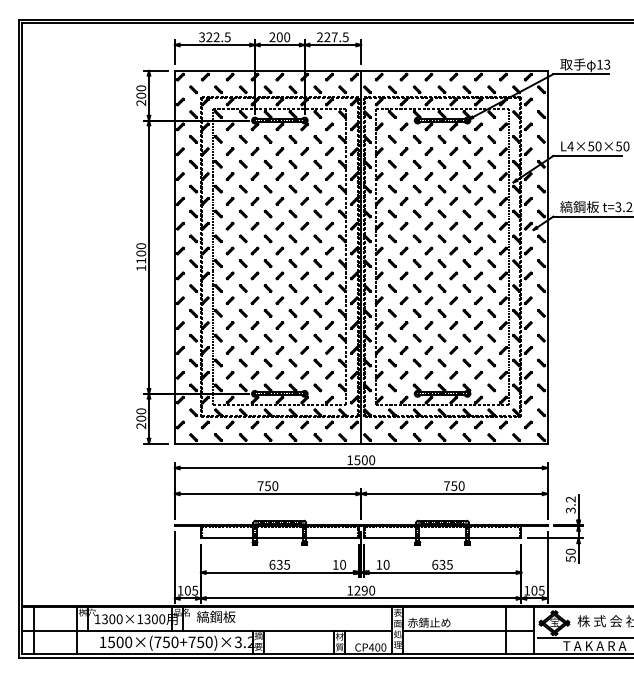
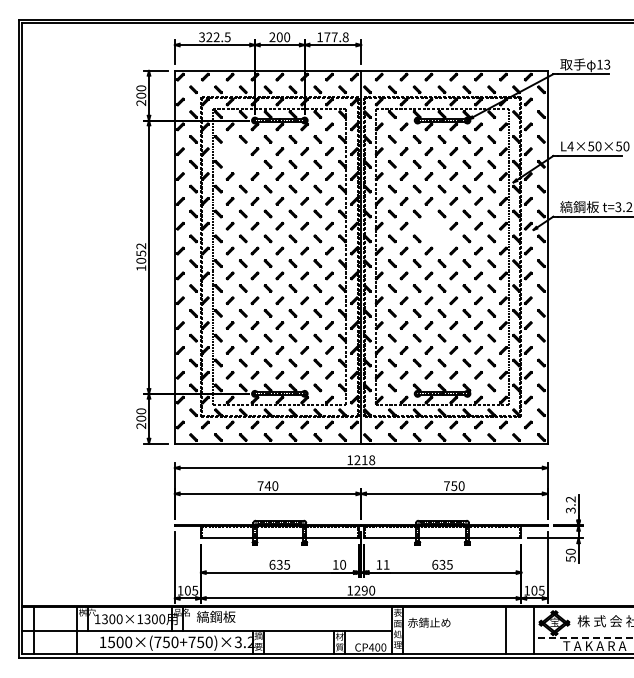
text at (332, 37): 227.5 -> 177.8
part at (236, 157): present -> none
part at (435, 232): present -> none
text at (141, 253): 1100 -> 1052
text at (364, 460): 1500 -> 1218
text at (267, 486): 750 -> 740
text at (386, 564): 10 -> 11
line at (467, 630): present -> none
line at (585, 637): solid -> dashed
